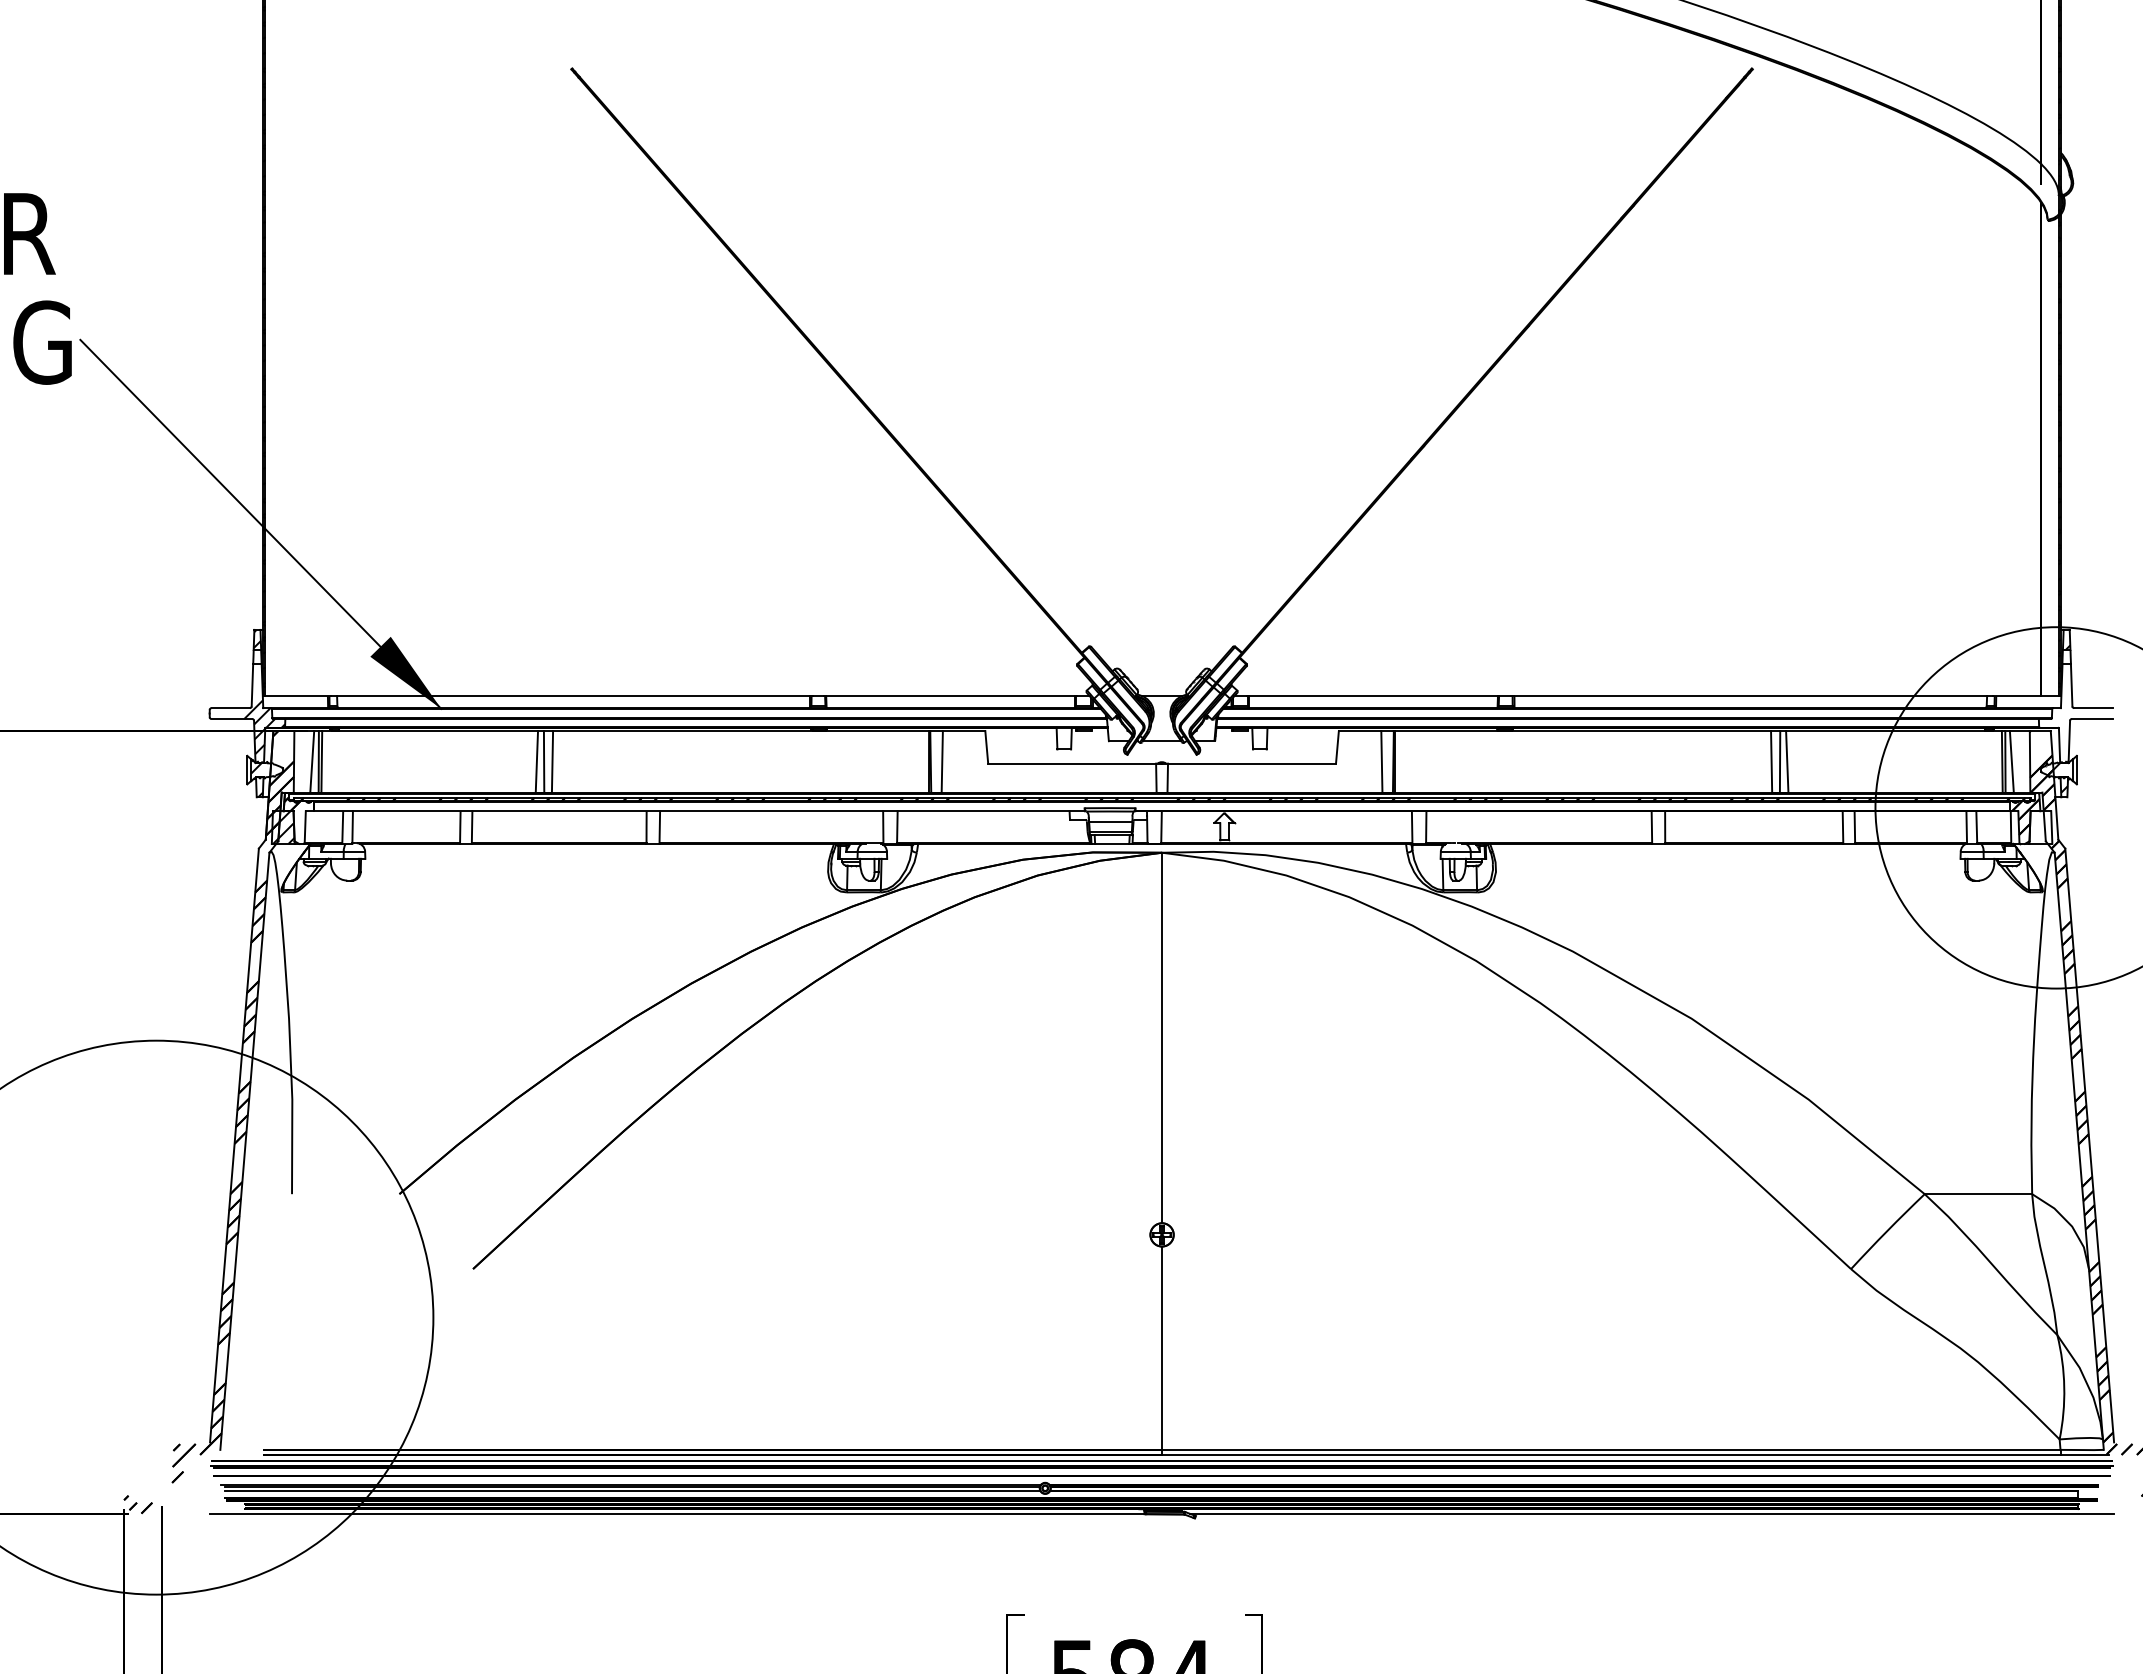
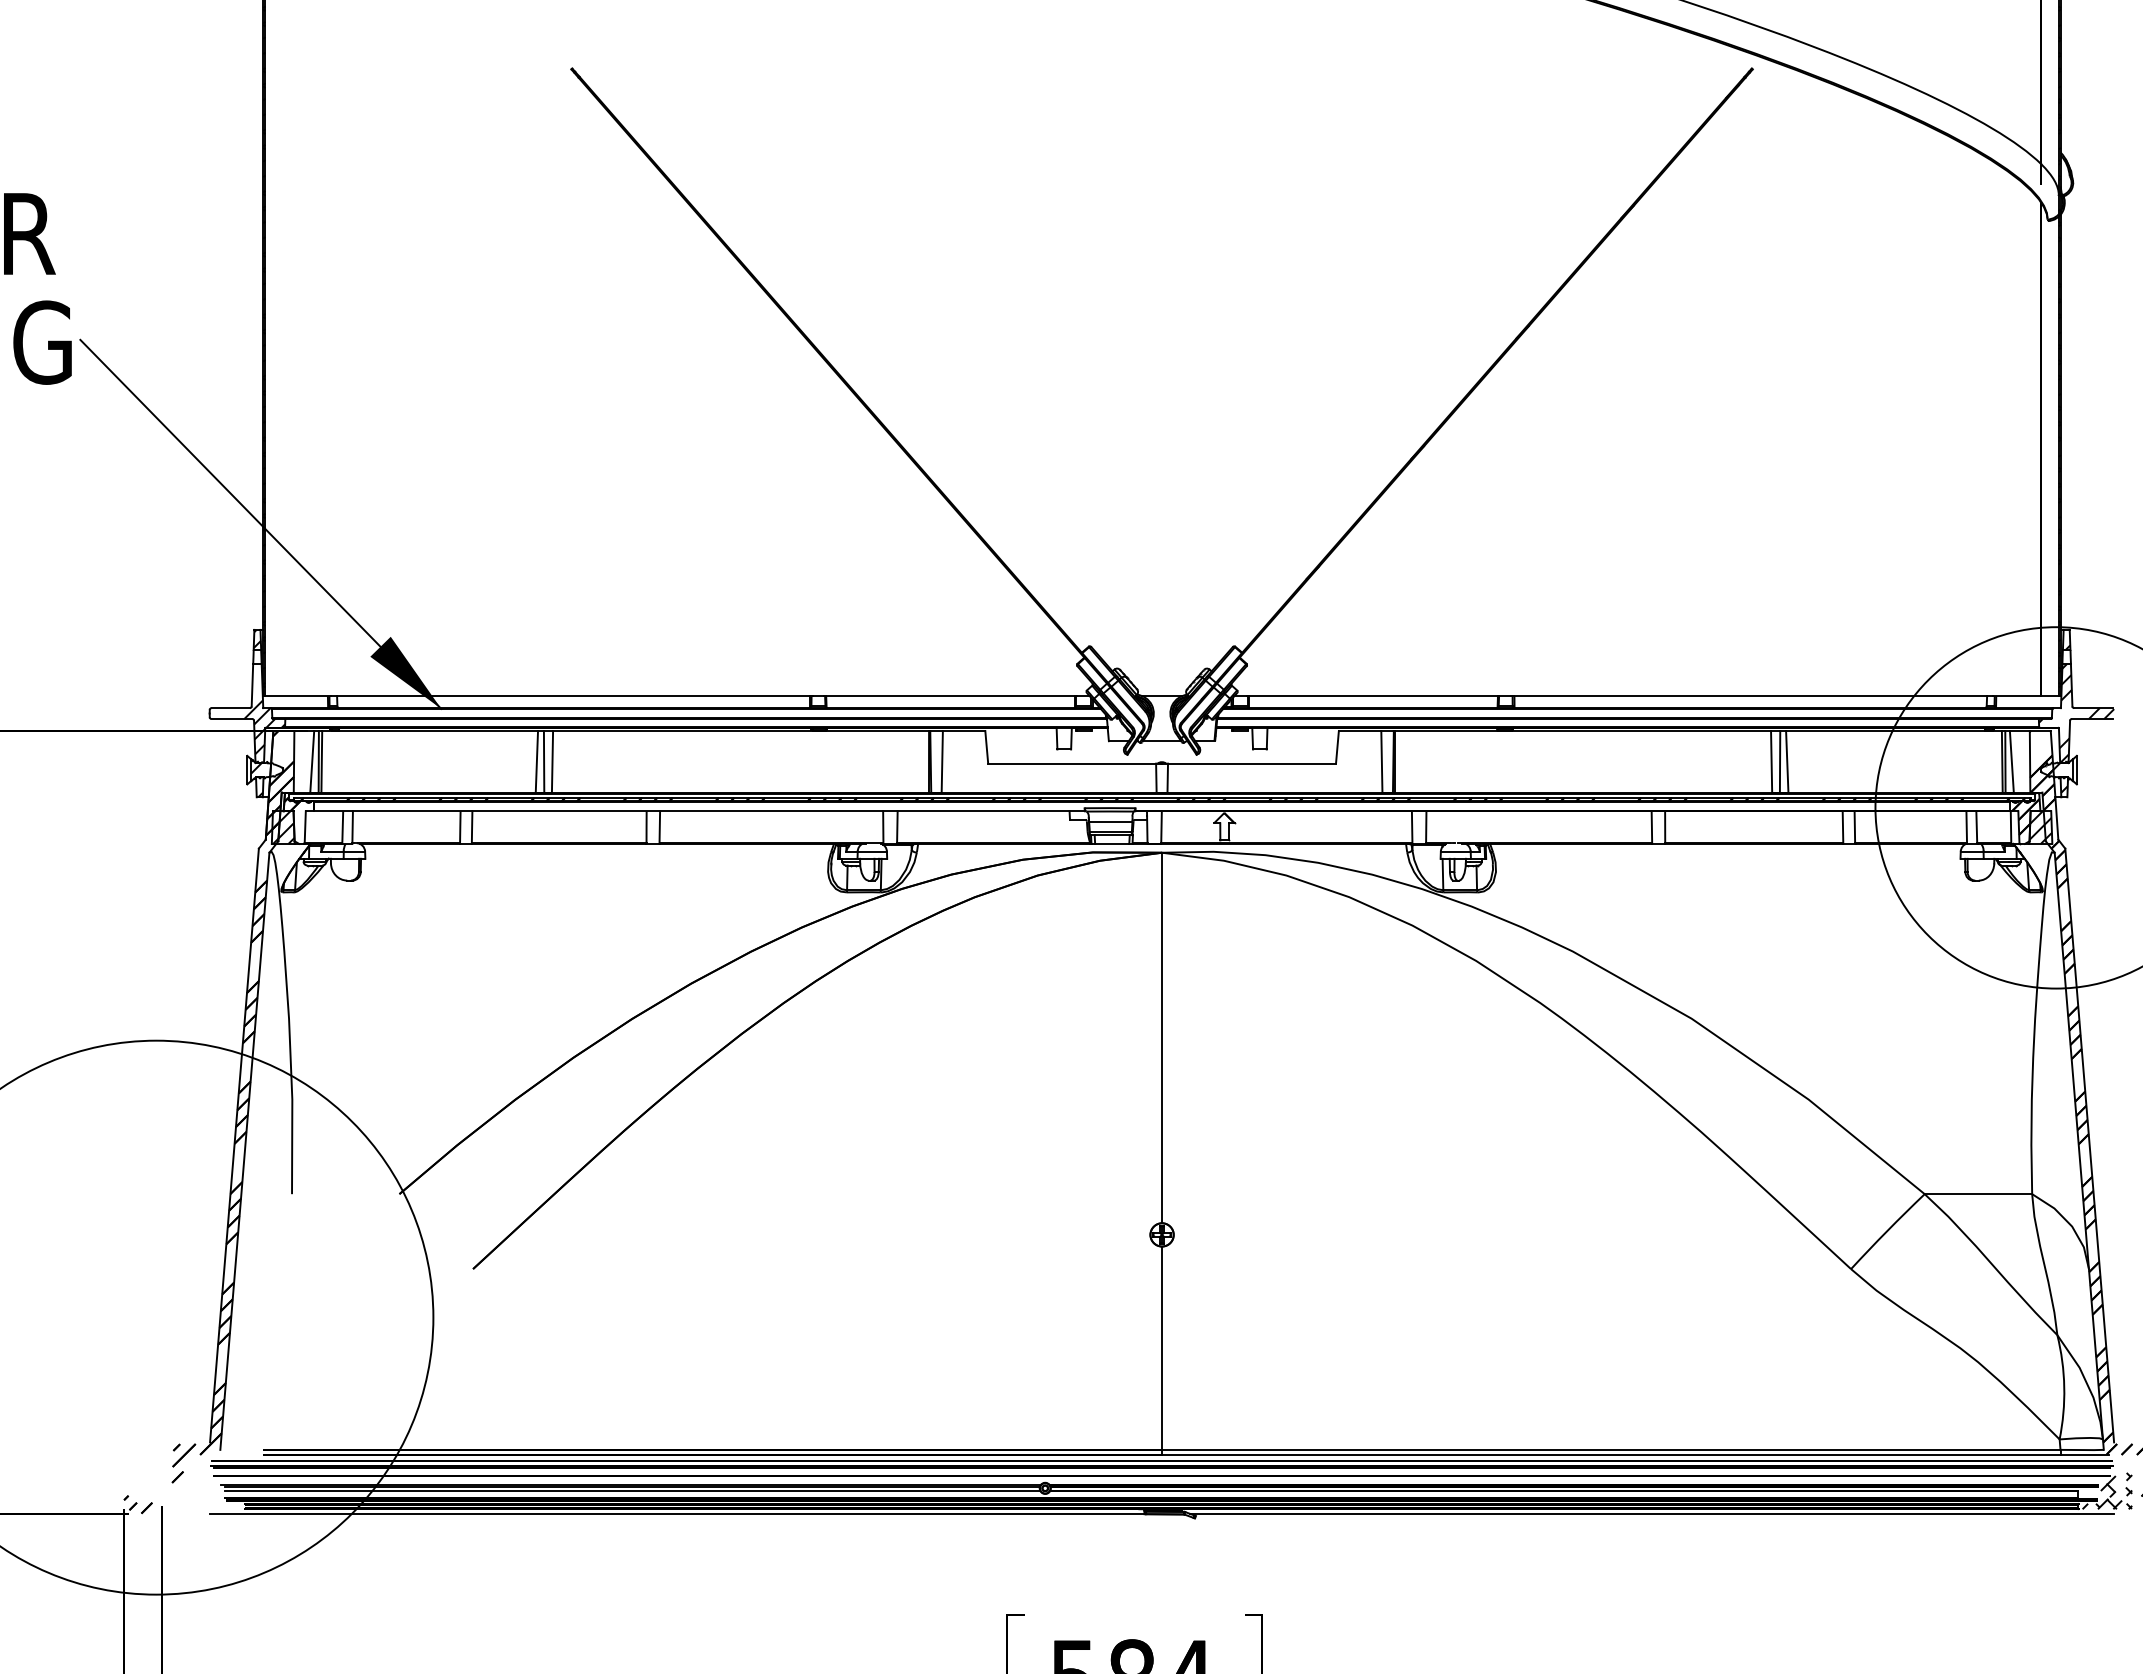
hatch at (2076, 713): none -> present
hatch at (2040, 827): none -> present
hatch at (2107, 1490): none -> present
